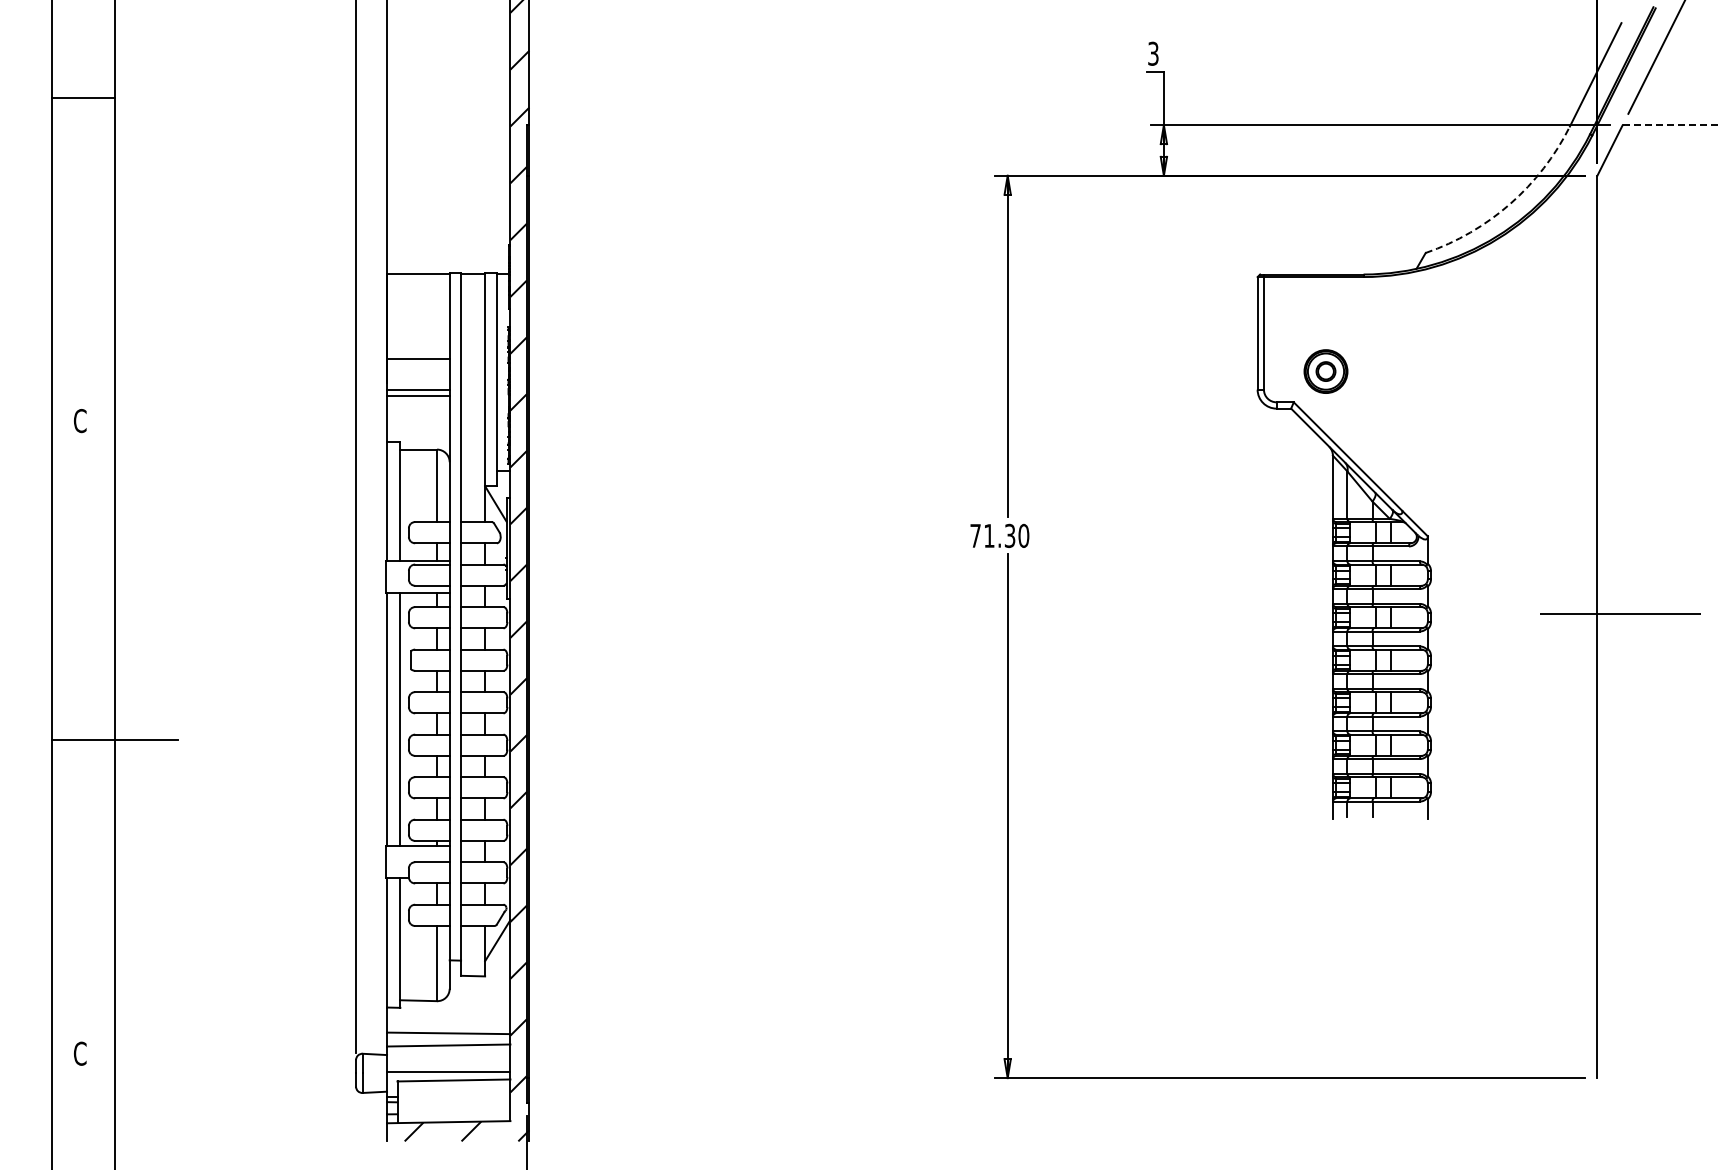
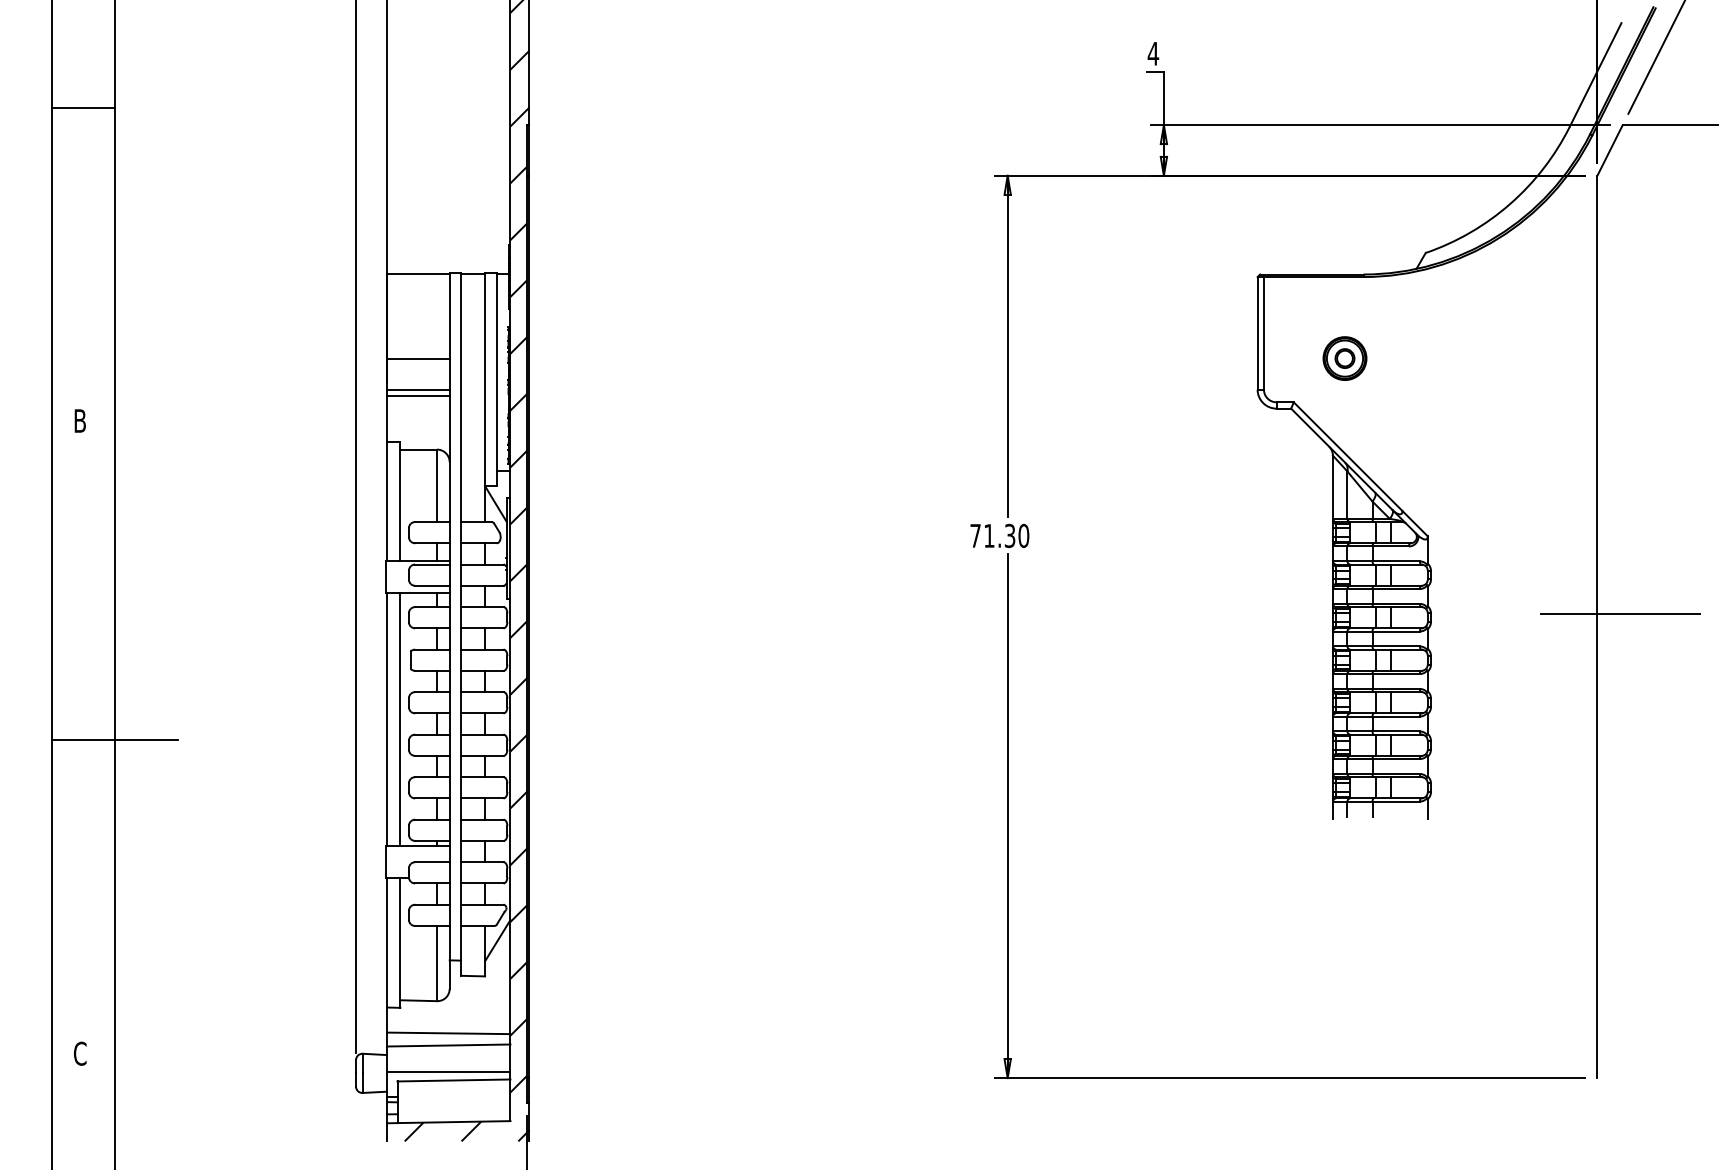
text at (1153, 53): 3 -> 4
line at (82, 97) position: (82, 97) -> (82, 107)
line at (1670, 125): dashed -> solid
arc at (1510, 203): dashed -> solid
part at (1325, 371) position: (1325, 371) -> (1344, 358)
text at (80, 421): C -> B
